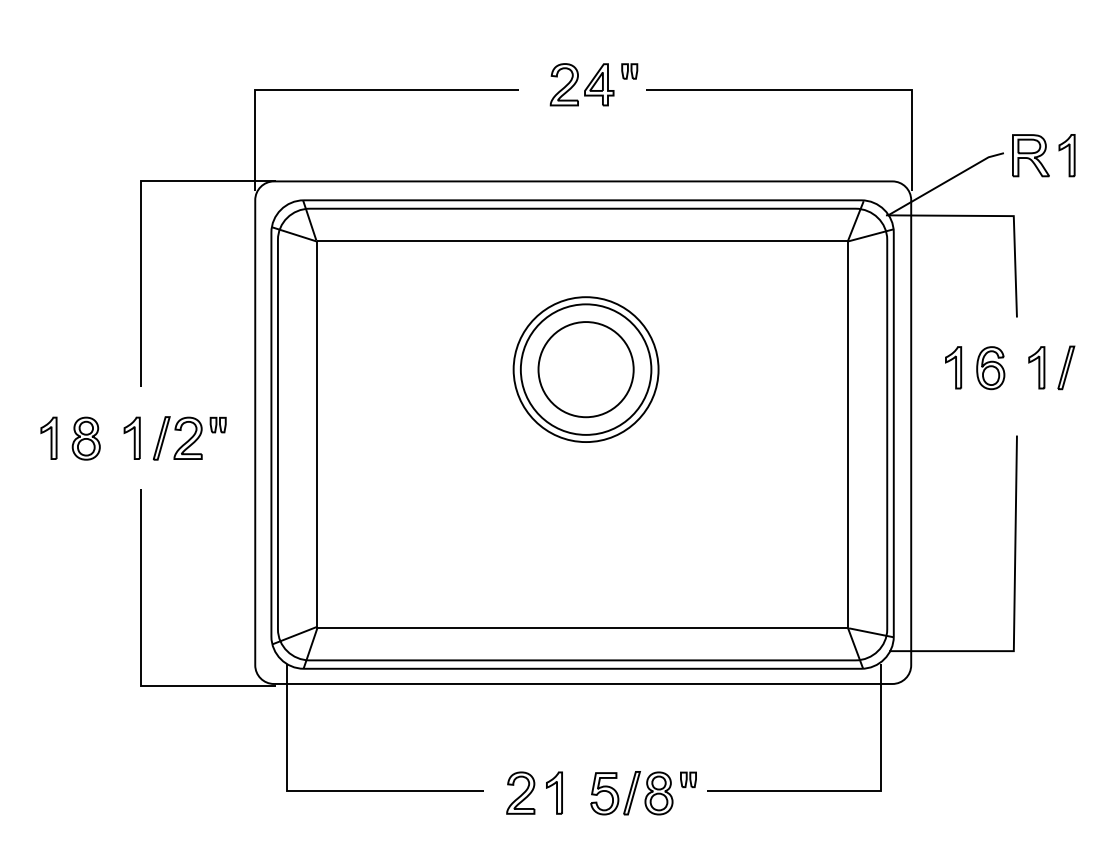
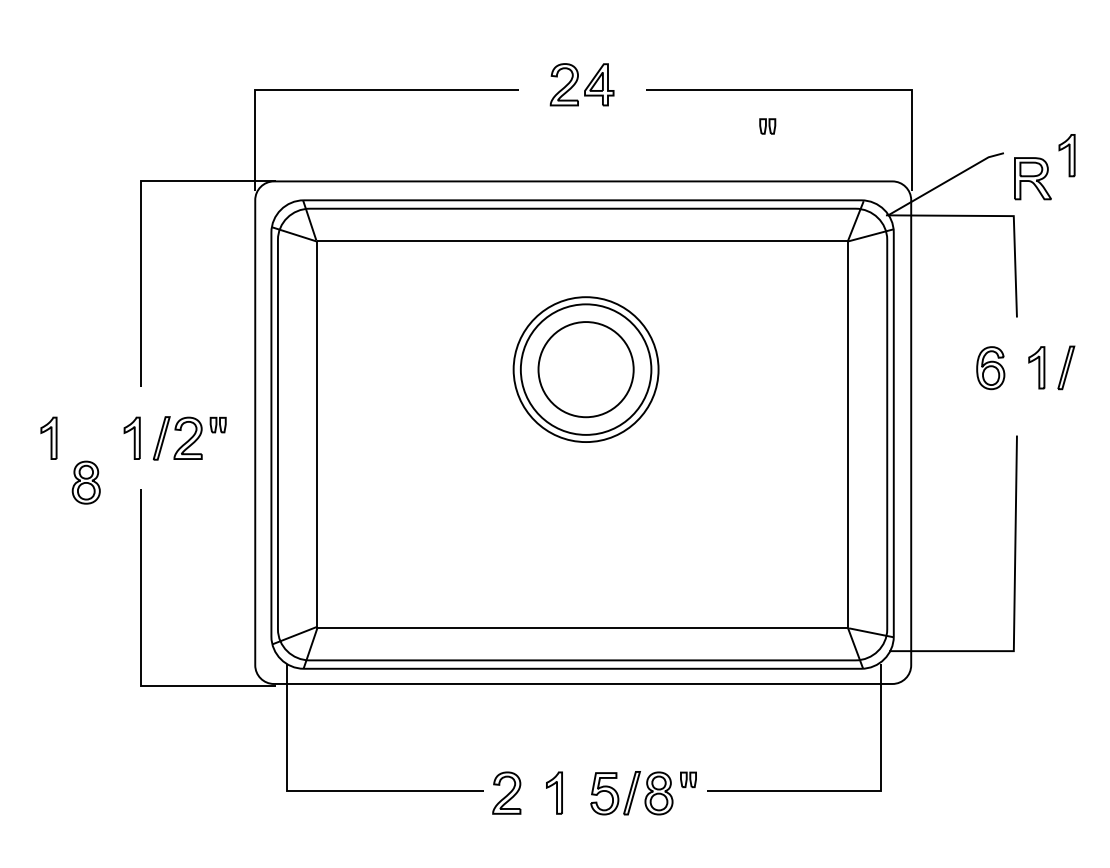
part at (629, 71) position: (629, 71) -> (767, 126)
part at (1030, 155) position: (1030, 155) -> (1032, 178)
part at (953, 367): present -> none
part at (85, 438) position: (85, 438) -> (85, 482)
part at (520, 792) position: (520, 792) -> (506, 792)
